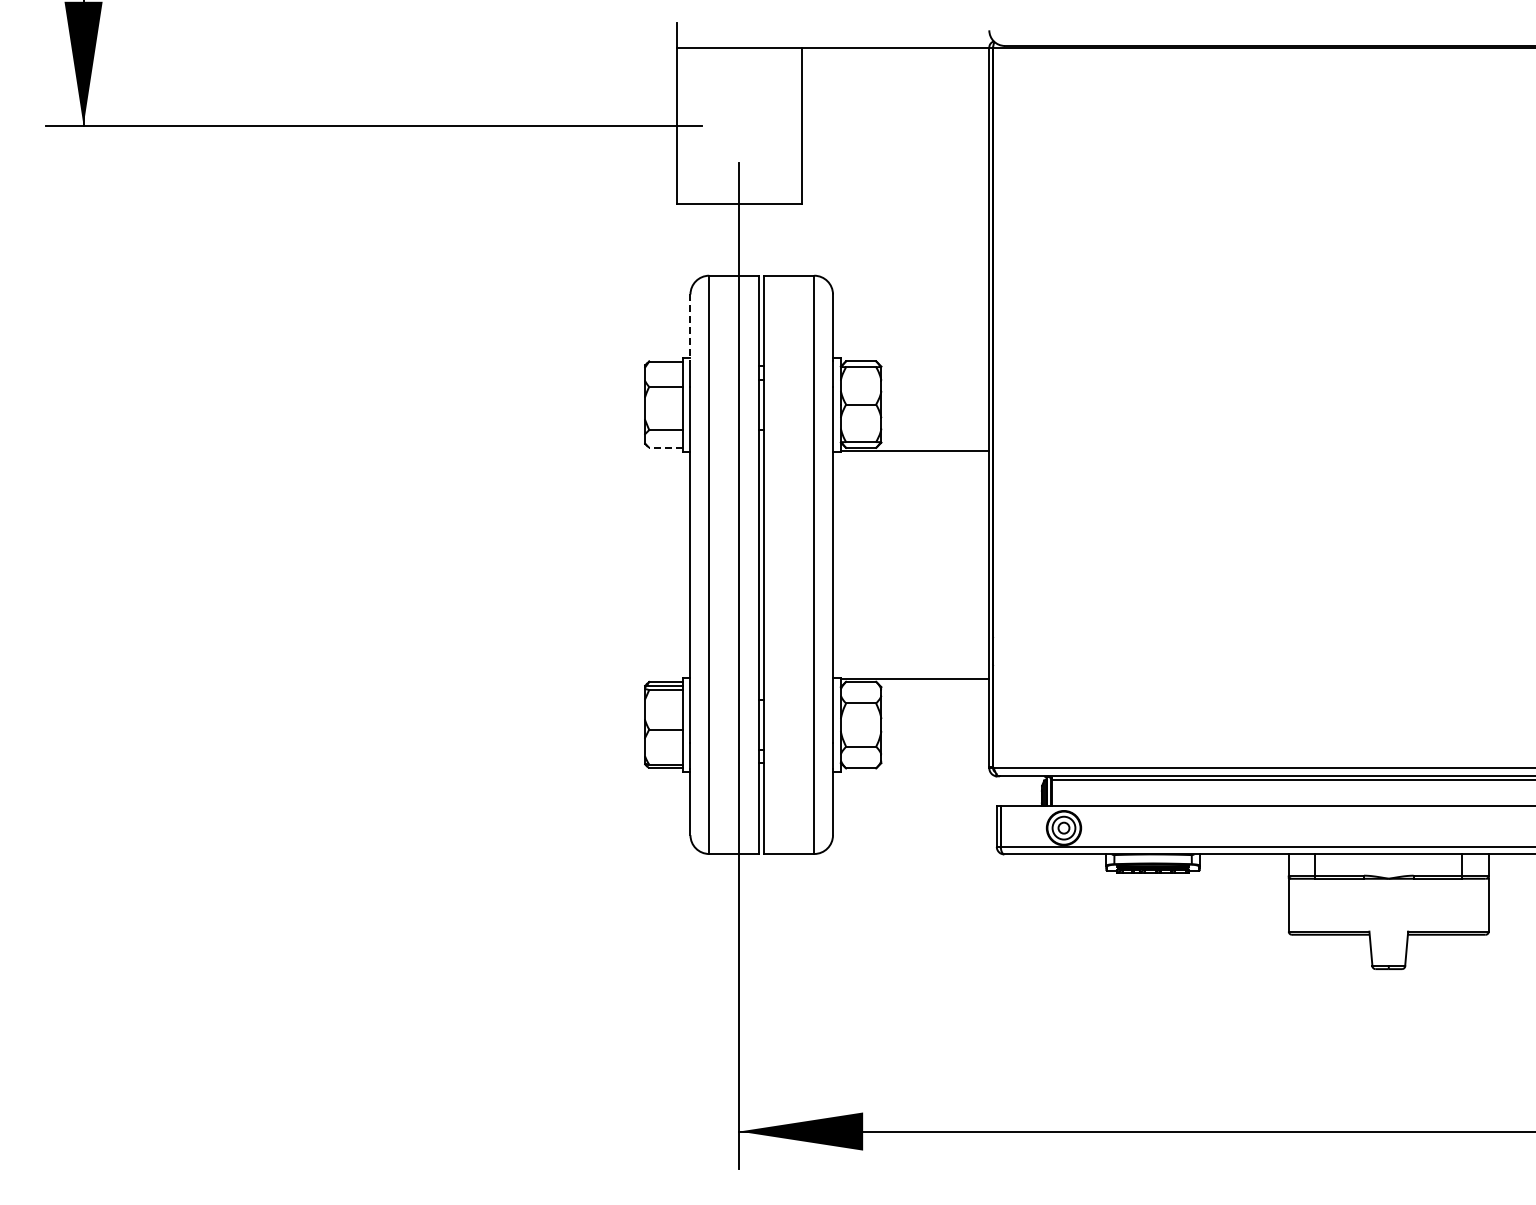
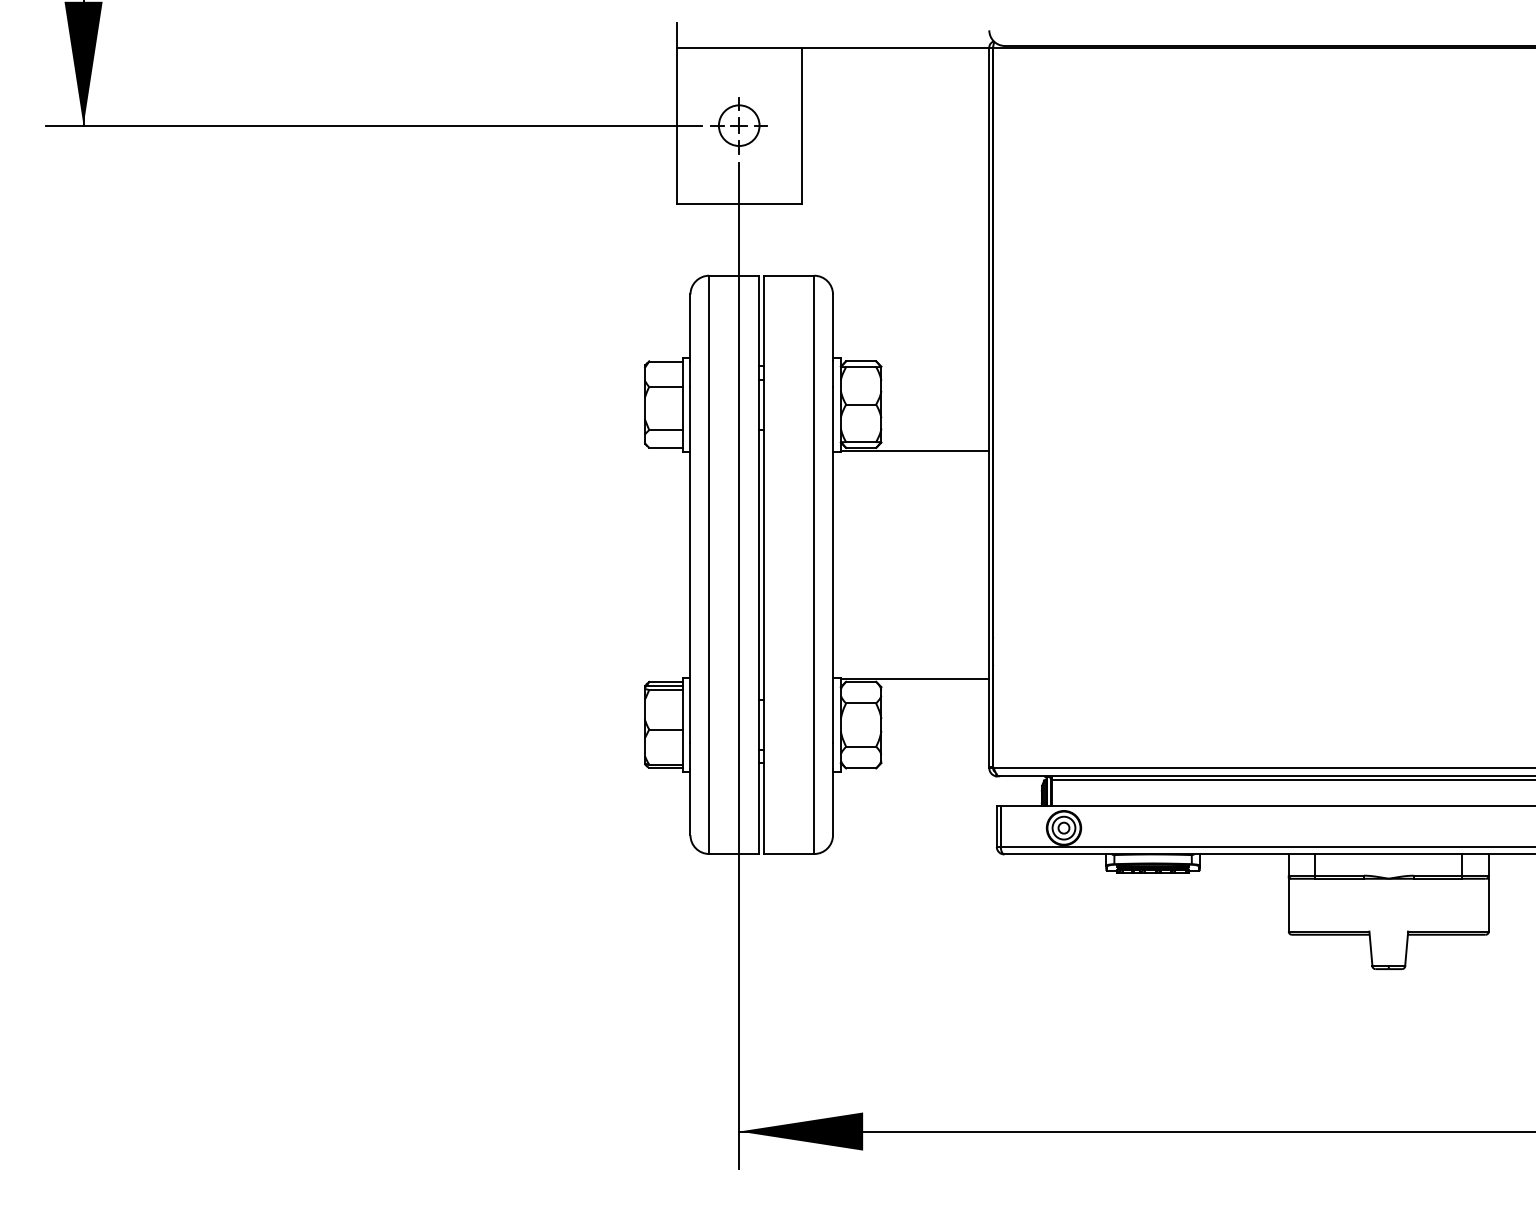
part at (738, 125): none -> present
line at (690, 328): dashed -> solid
line at (665, 447): dashed -> solid
